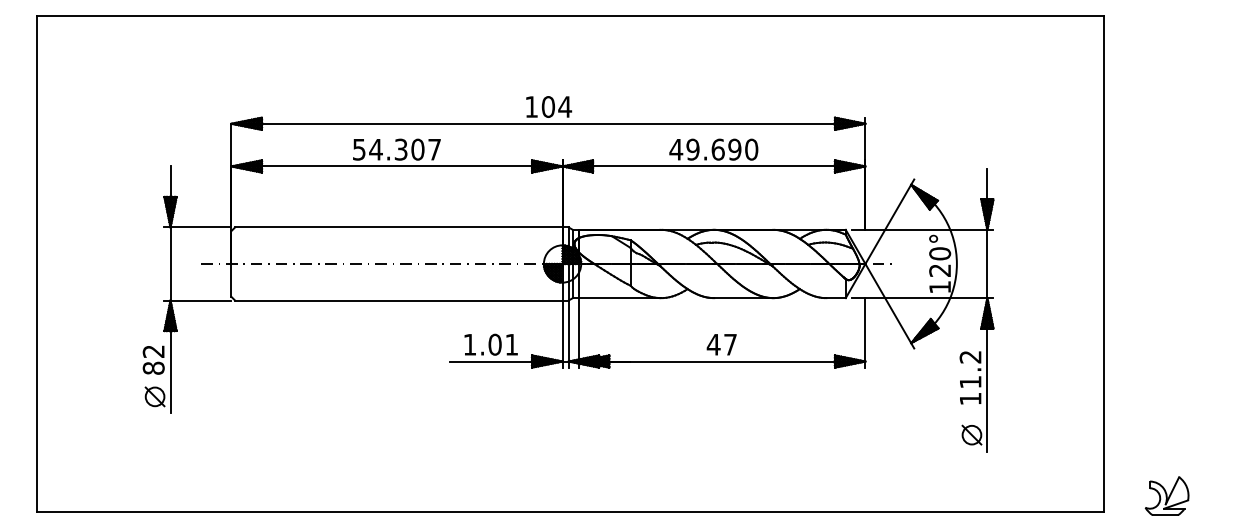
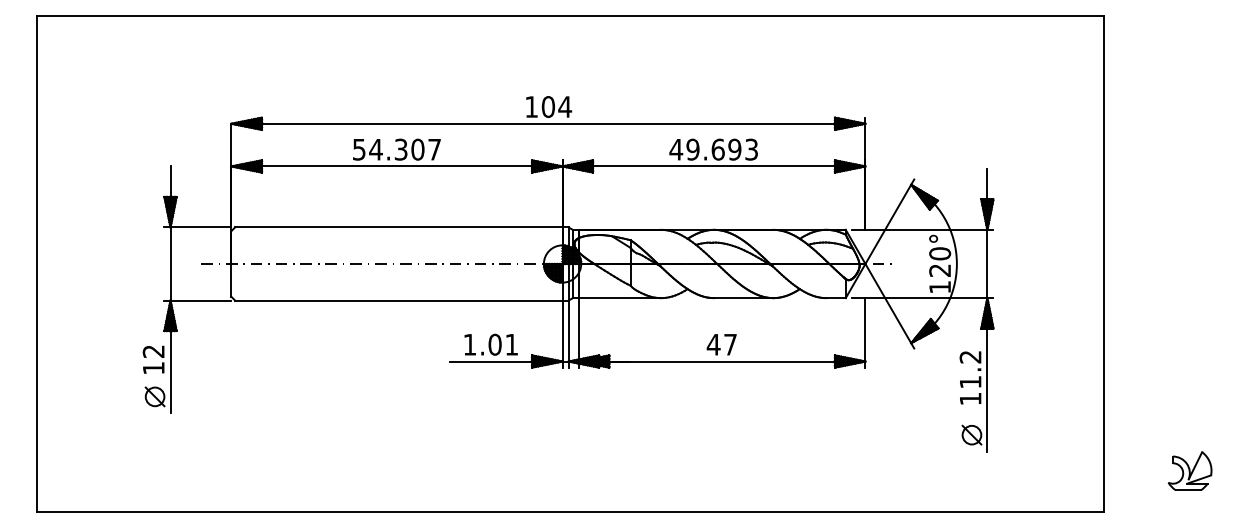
text at (751, 149): 49.690 -> 49.693
text at (153, 367): 82 -> 12
part at (1166, 495) position: (1166, 495) -> (1189, 470)
